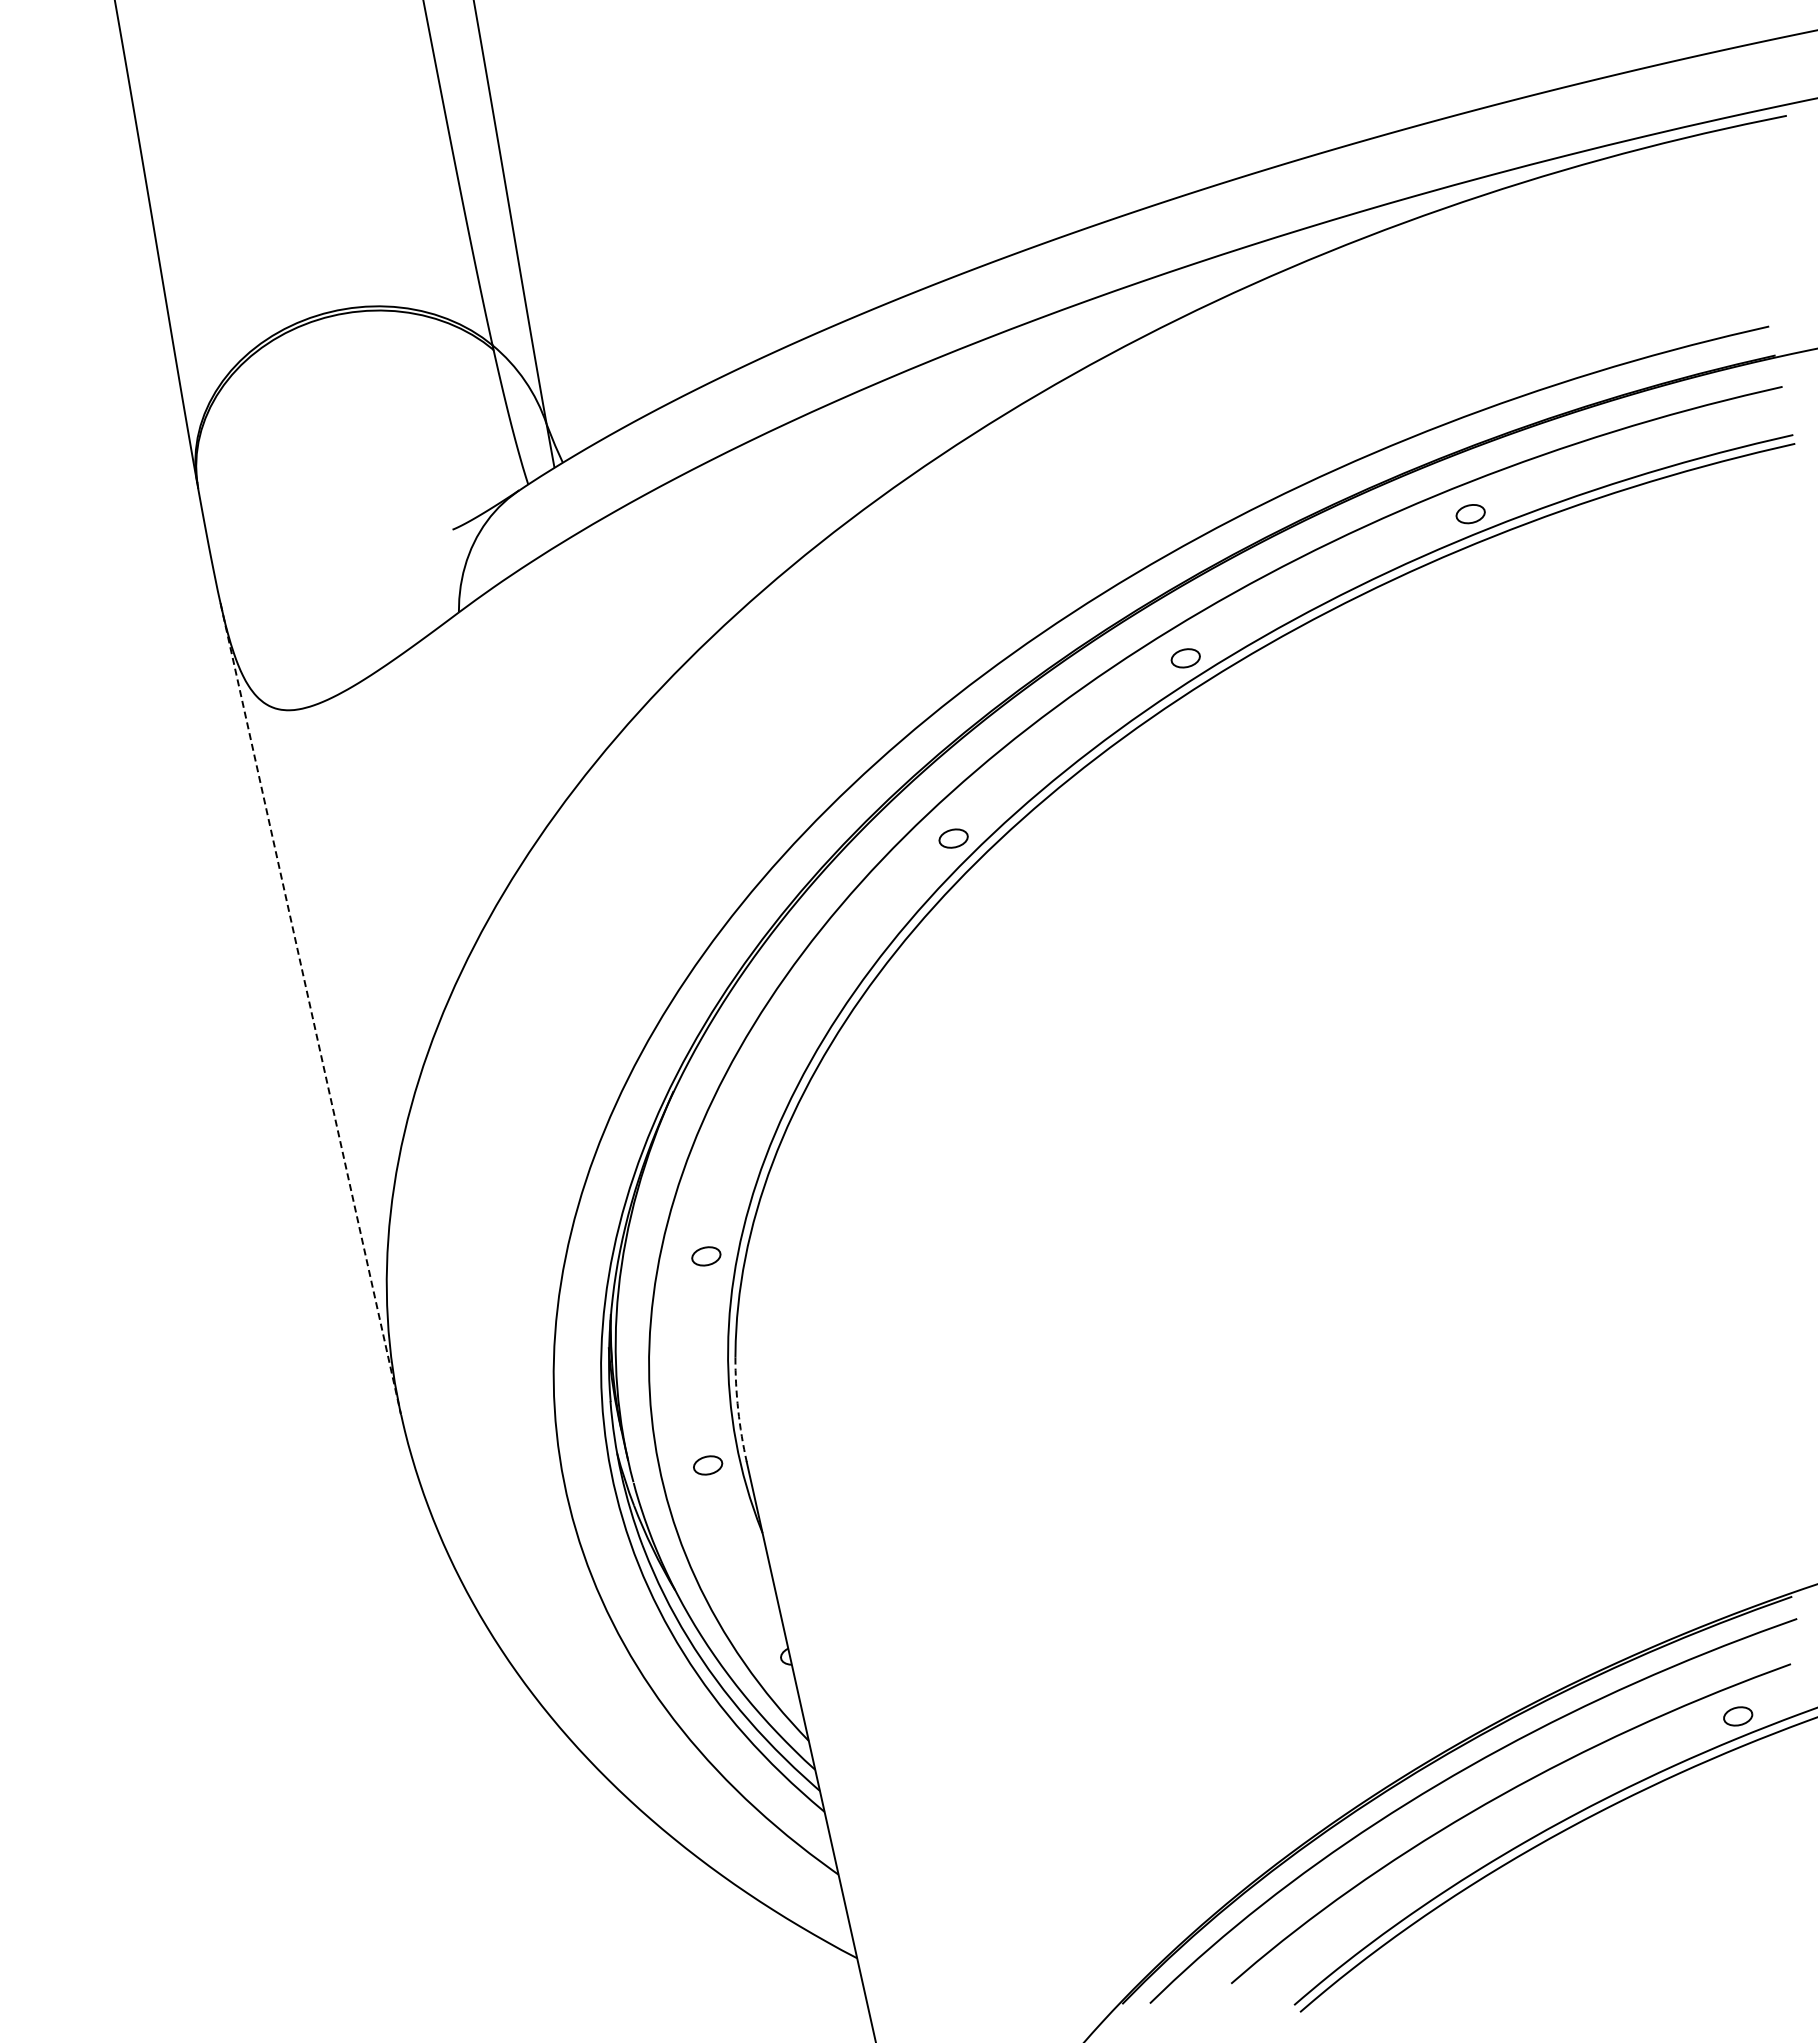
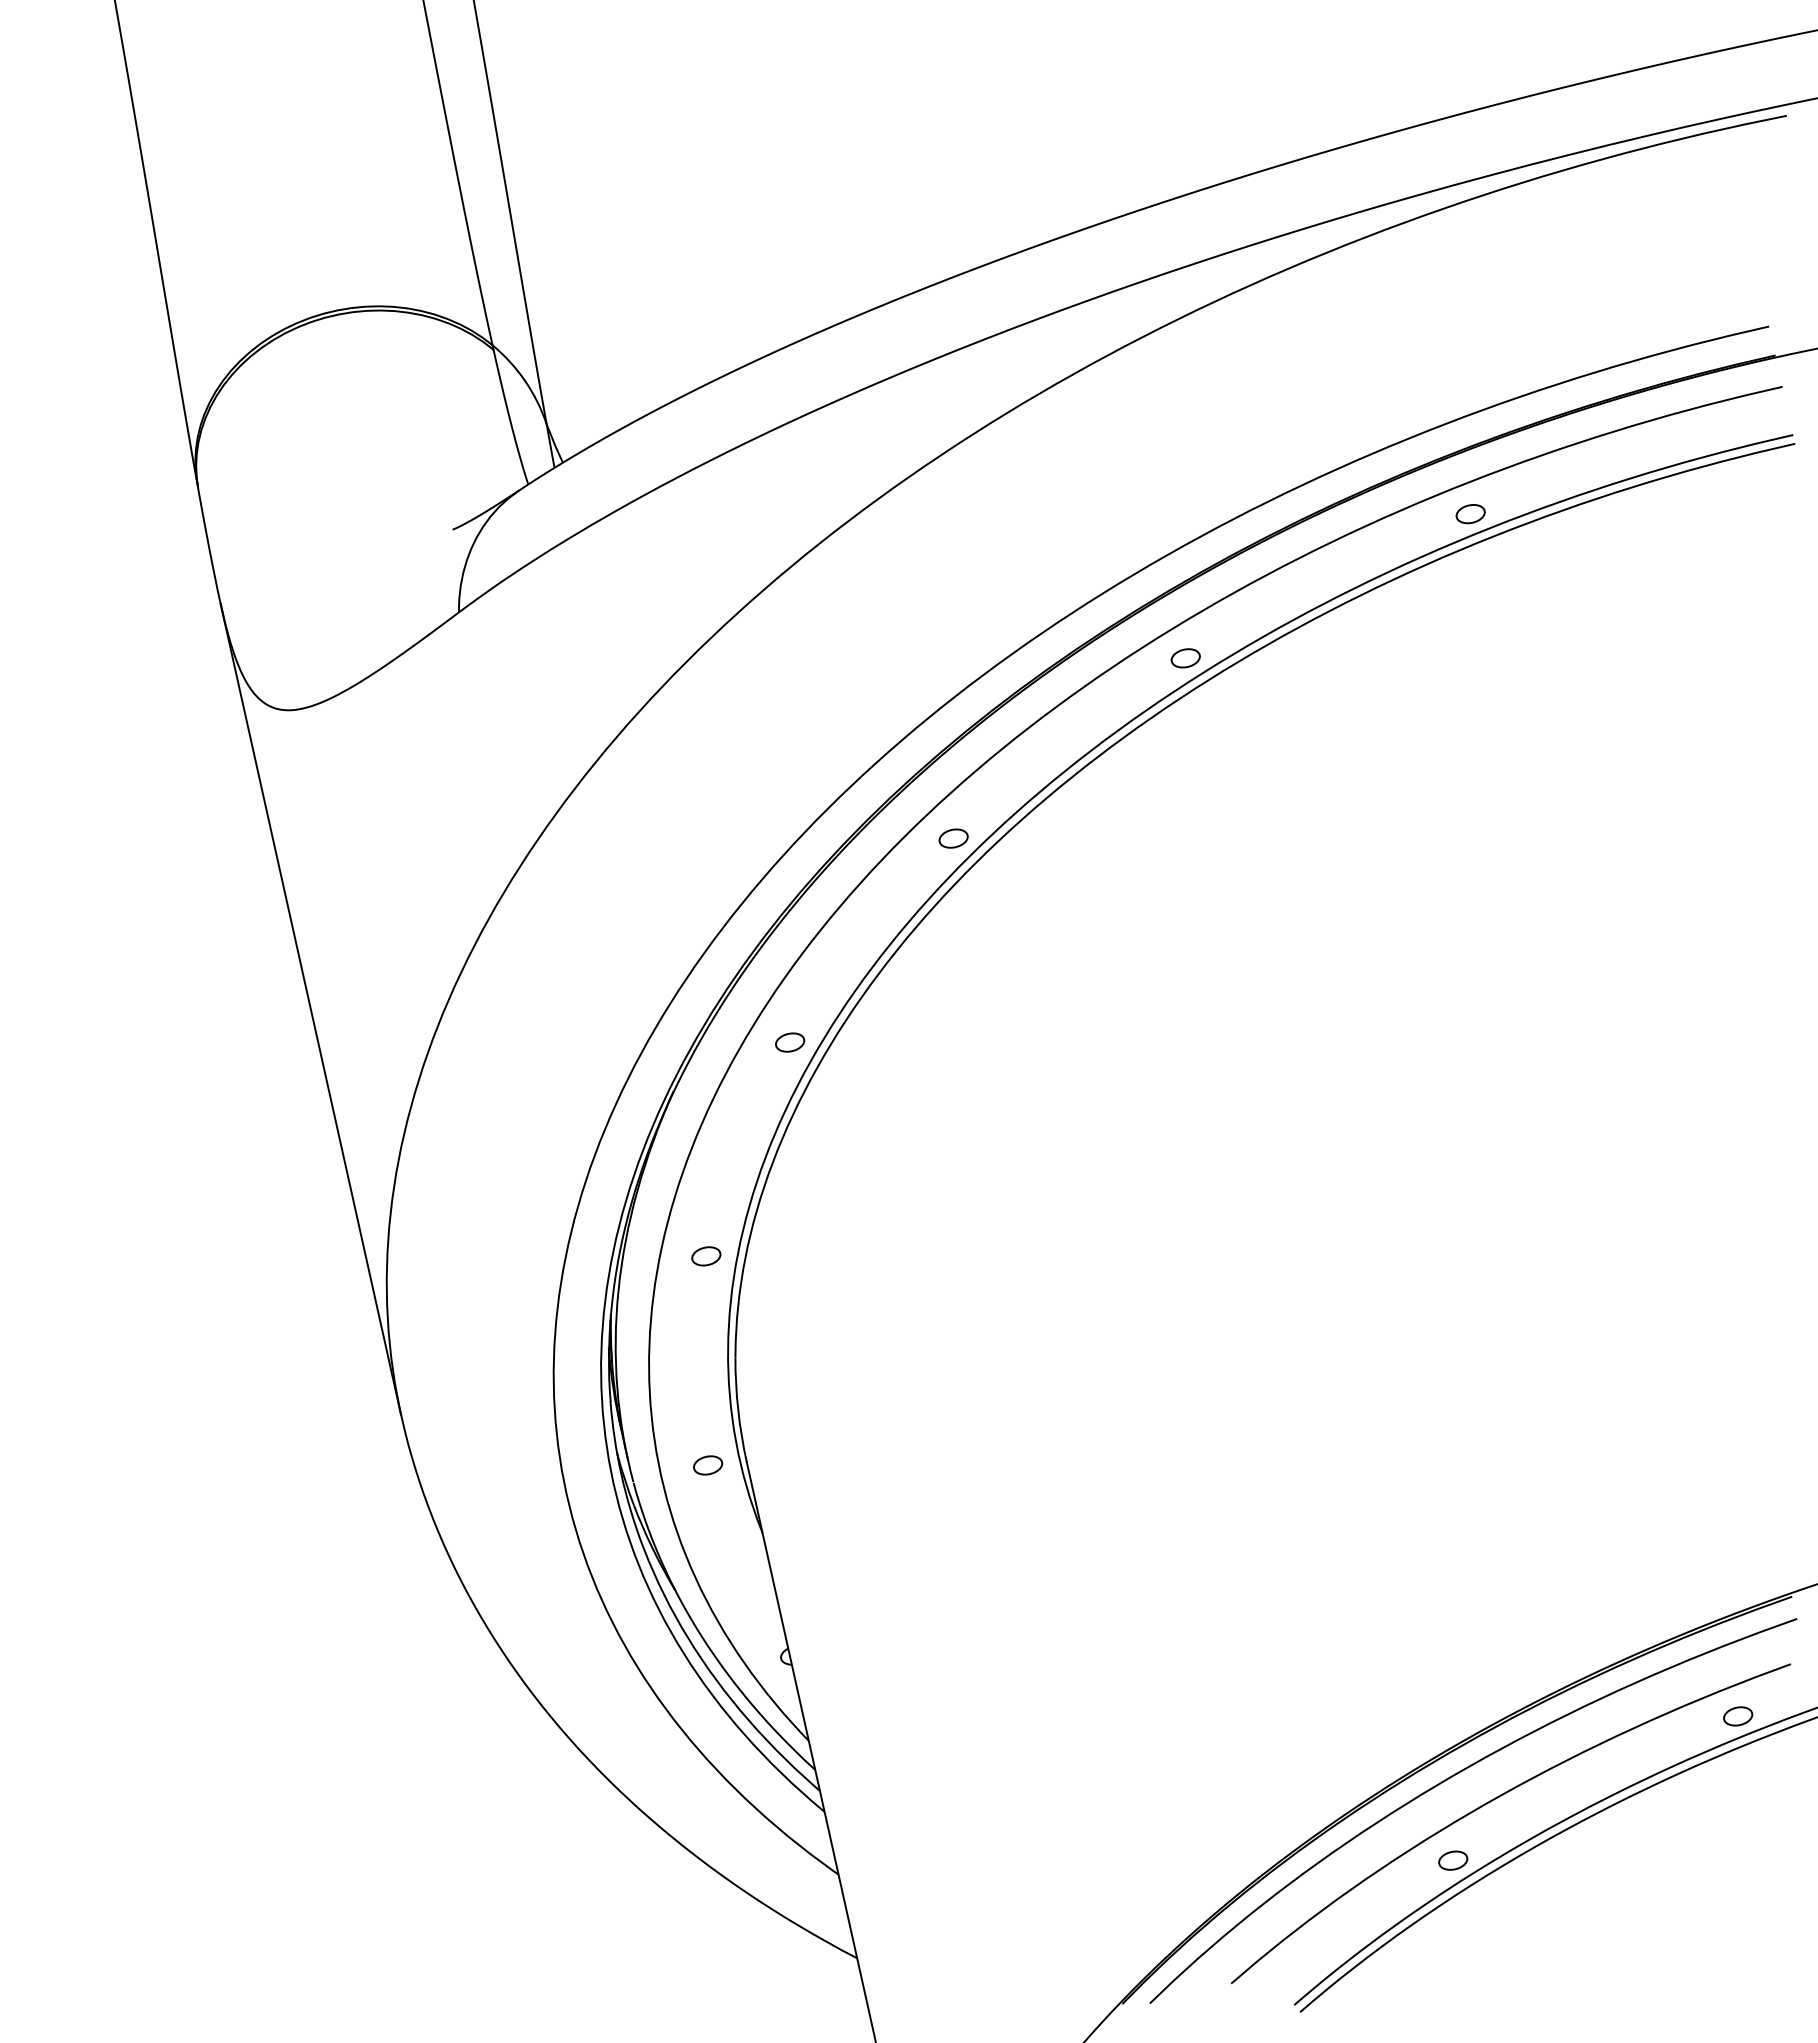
line at (311, 1009): dashed -> solid
part at (790, 1042): none -> present
arc at (738, 1410): dashed -> solid
part at (1453, 1860): none -> present
